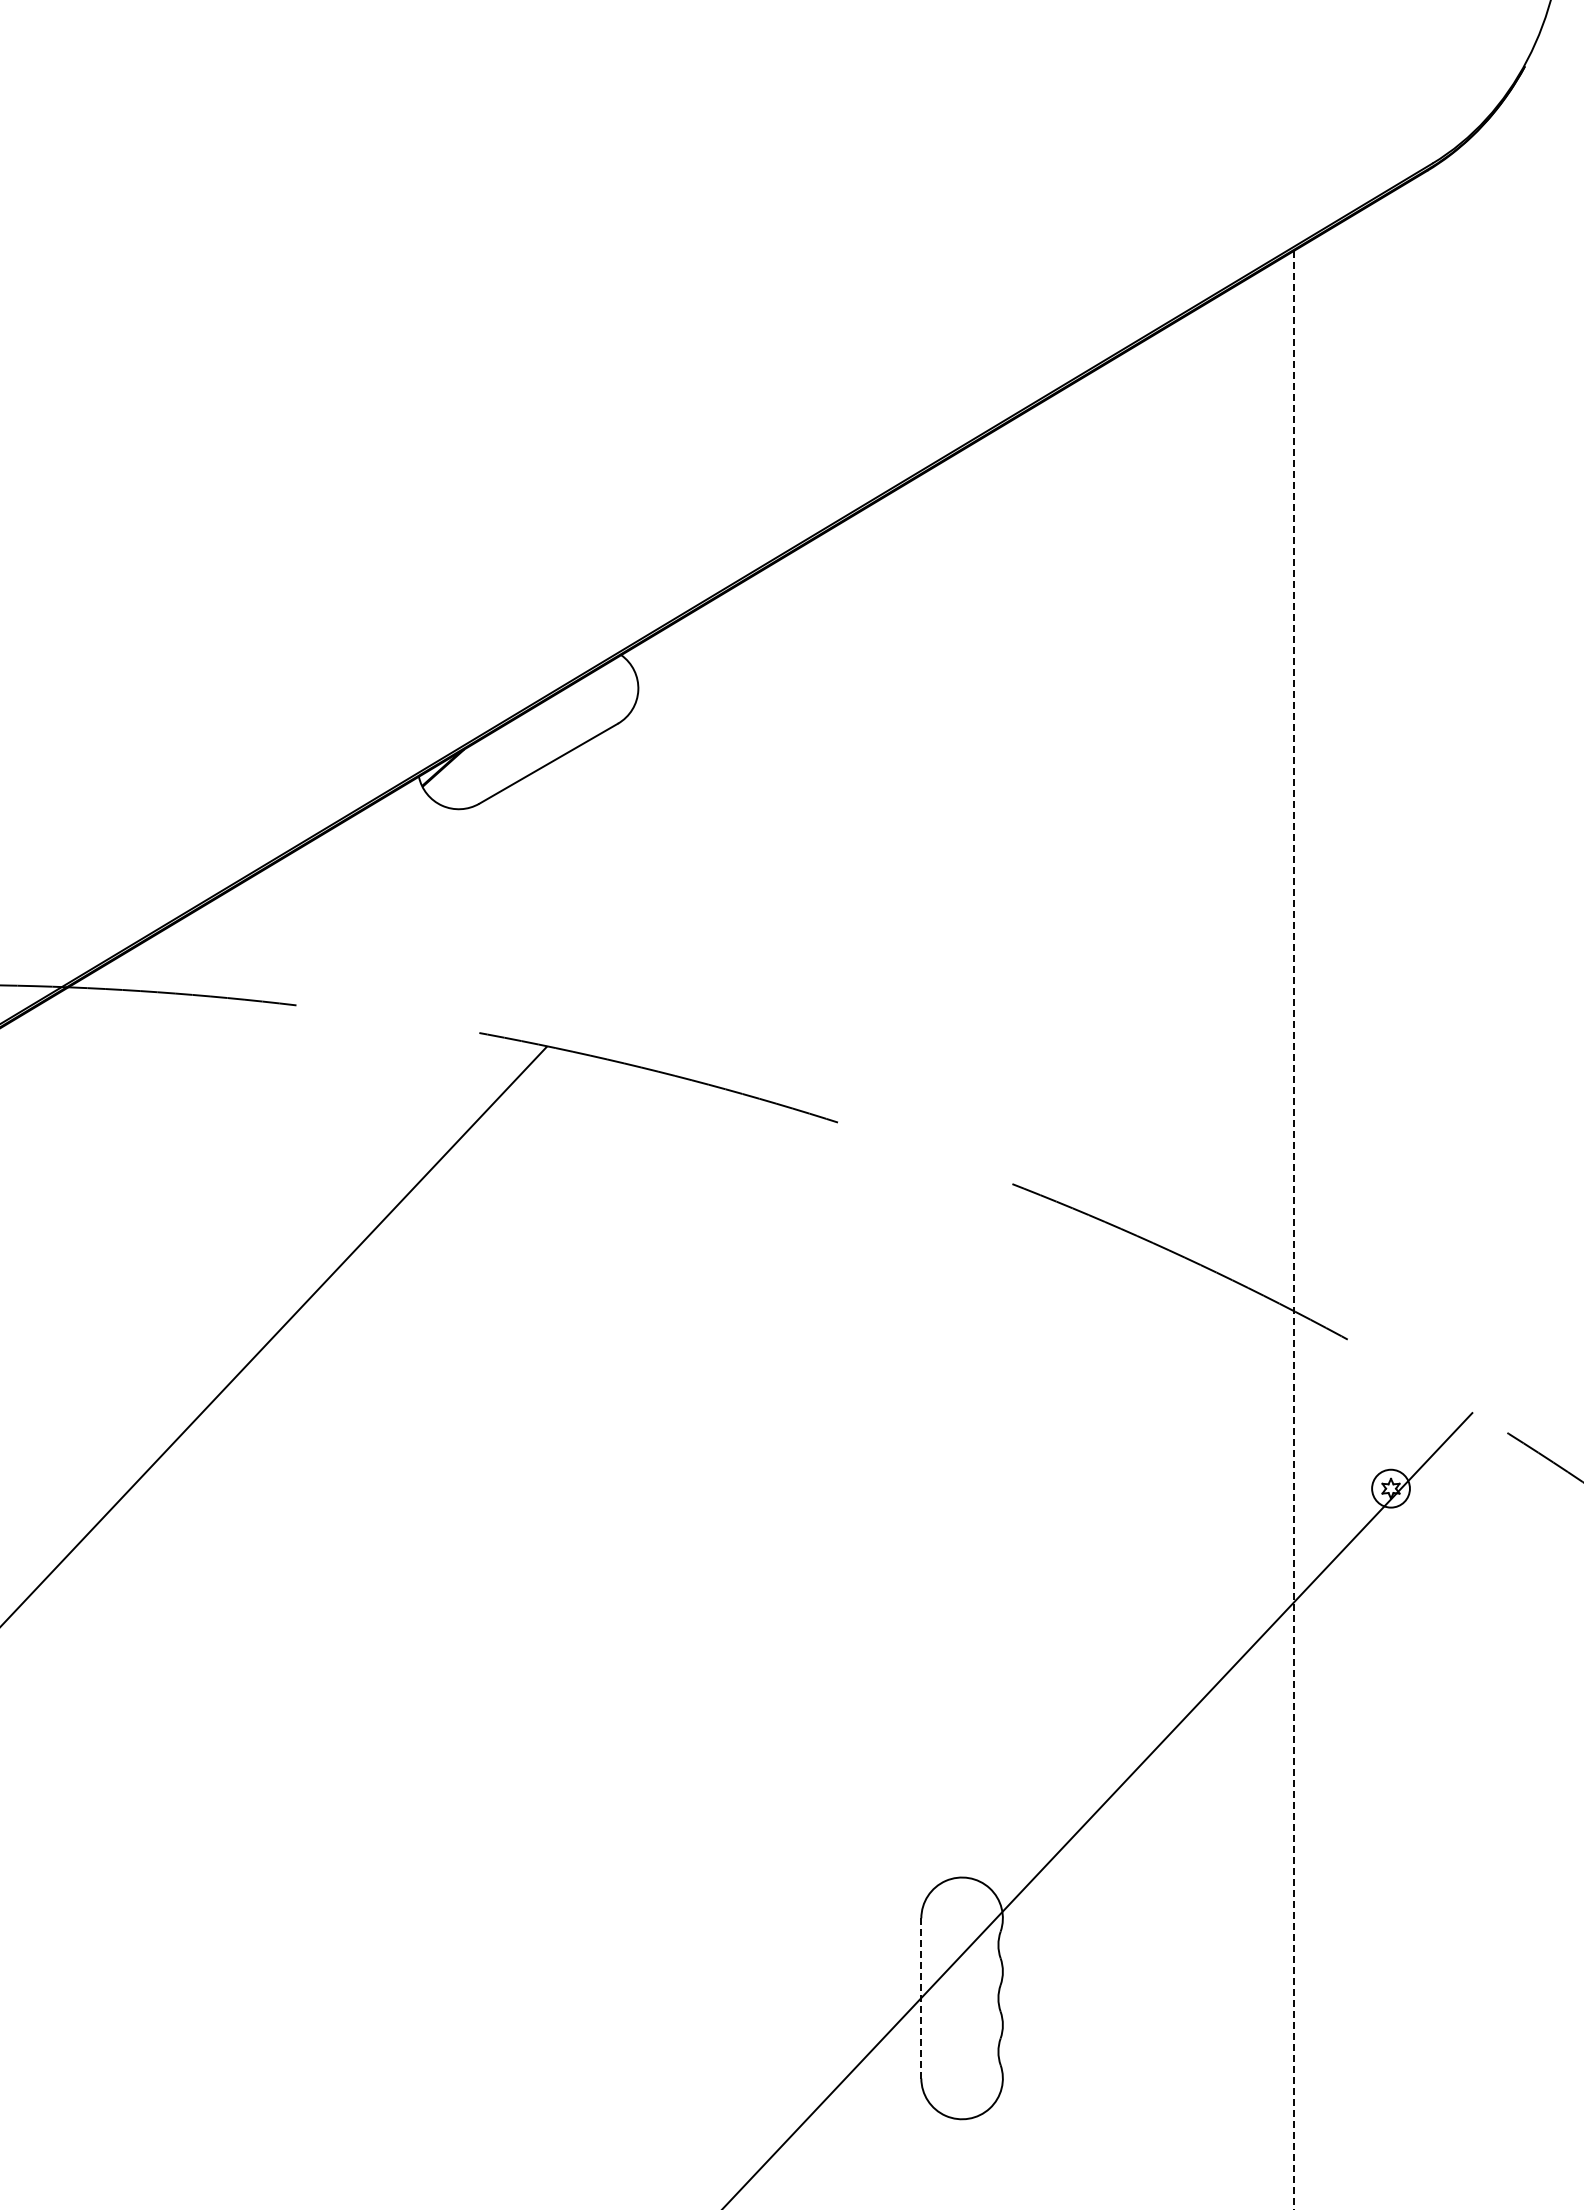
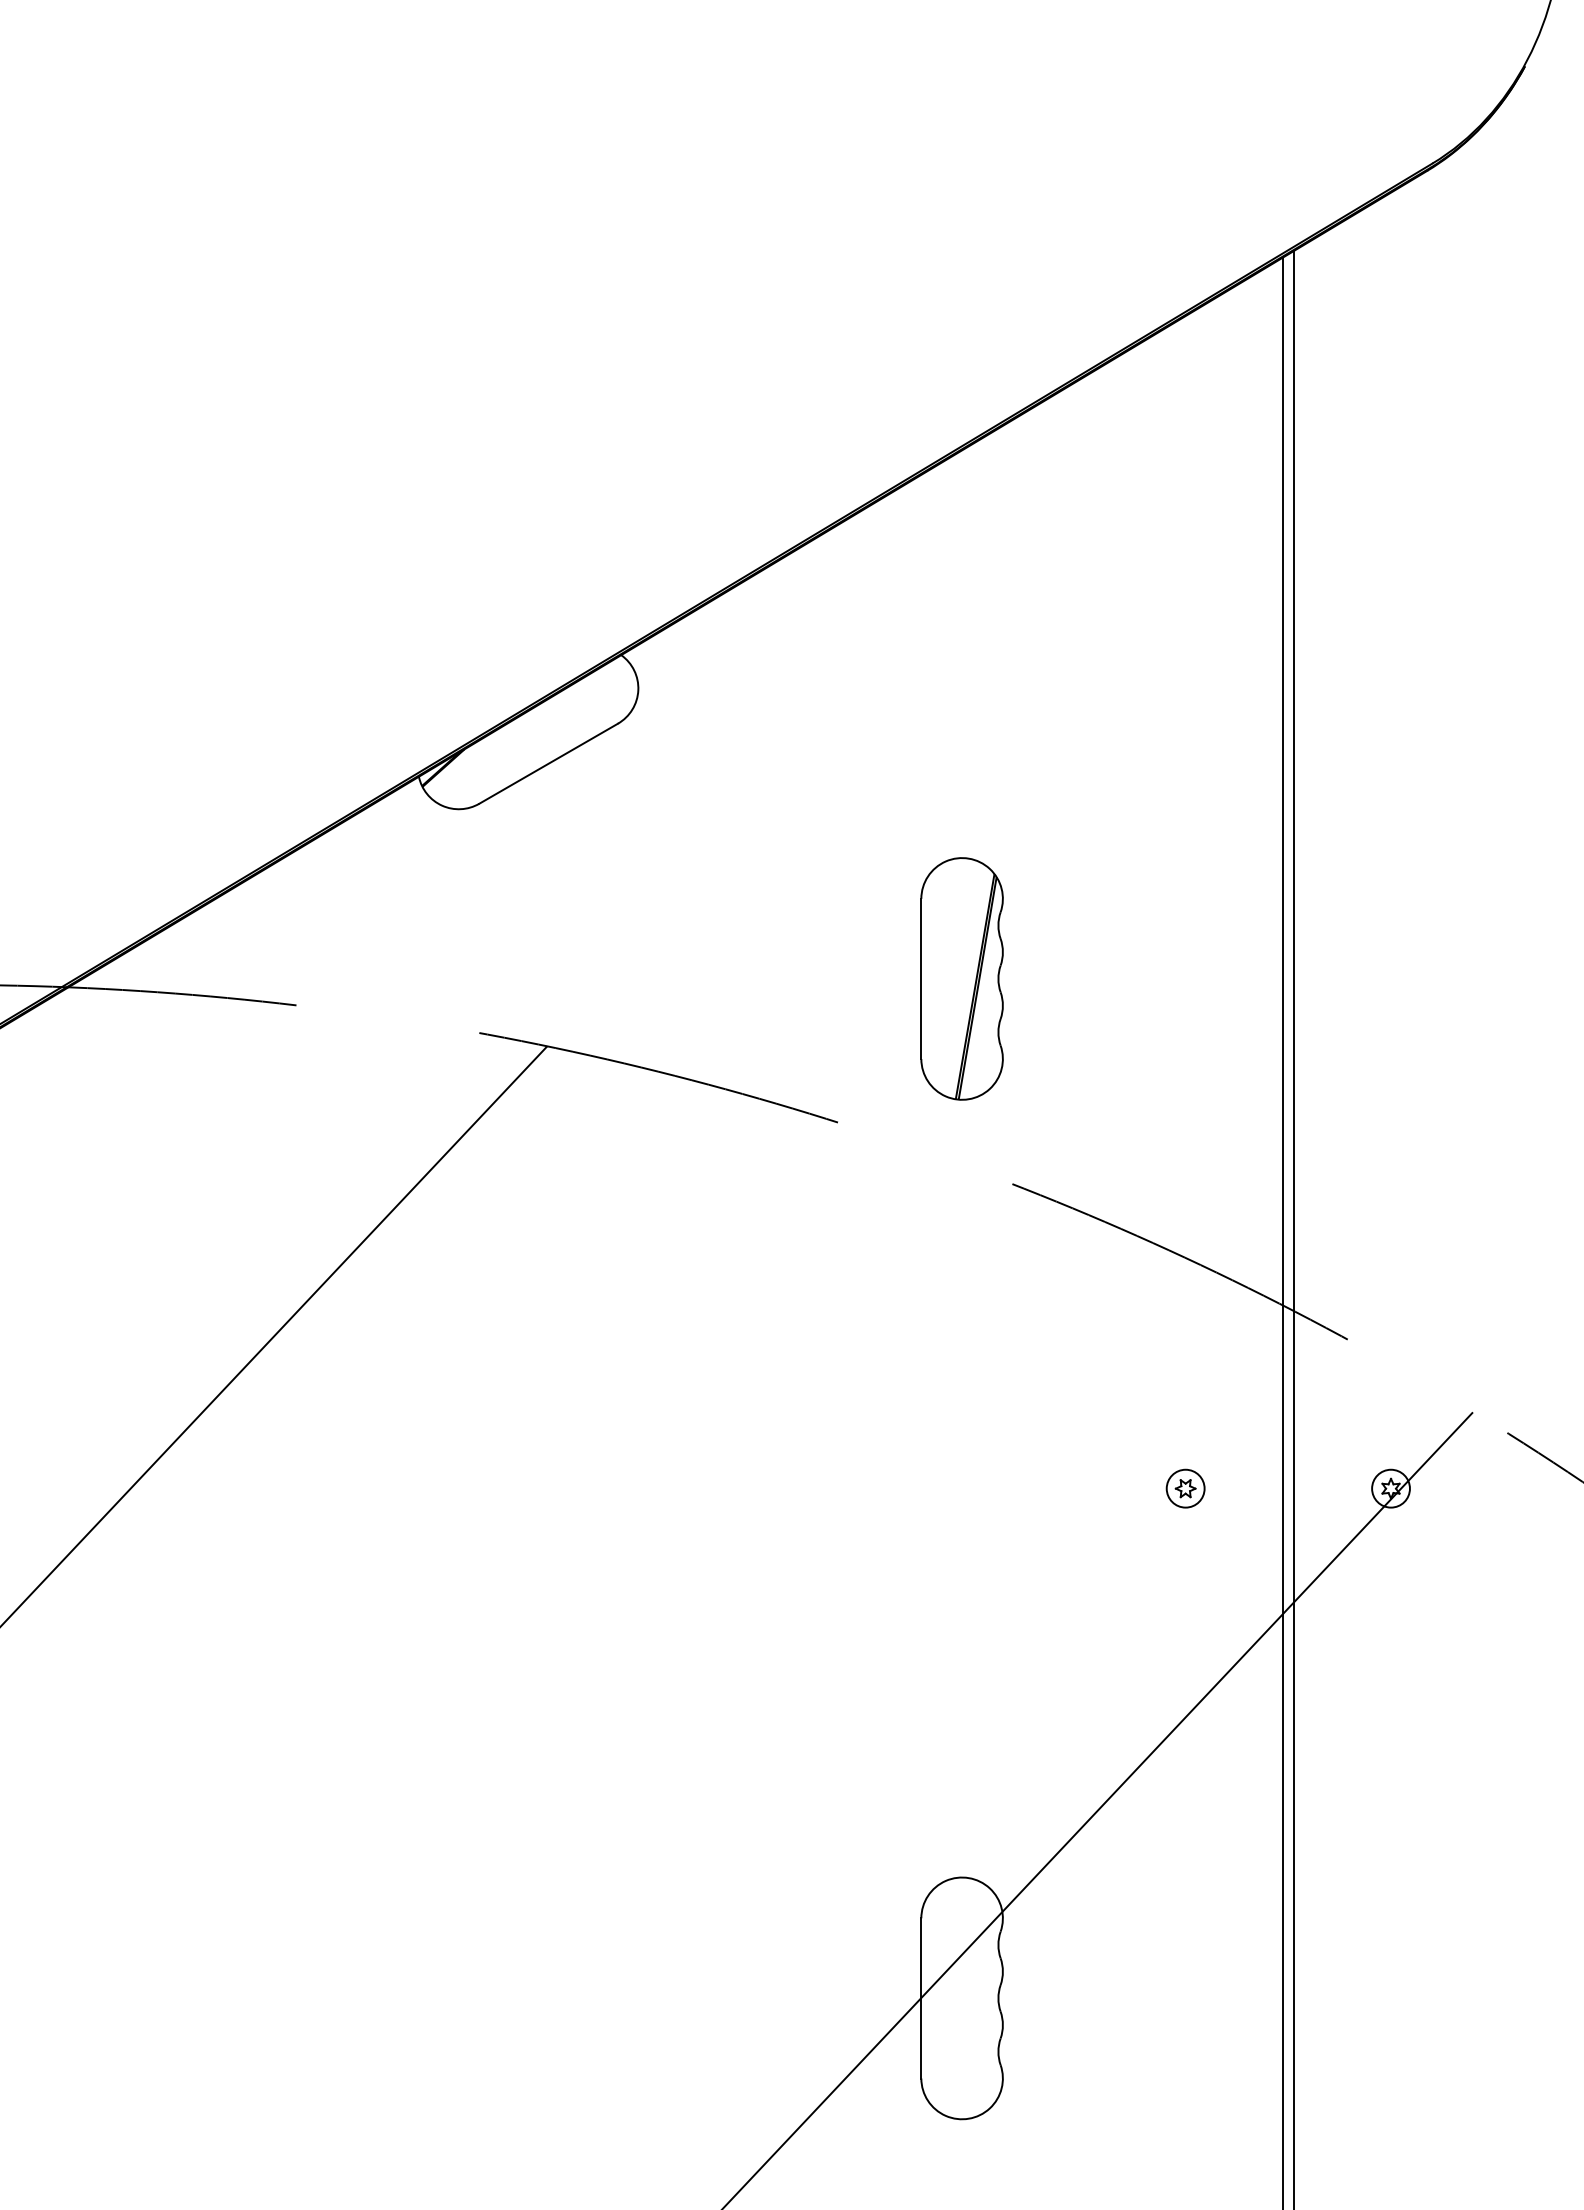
part at (961, 978): none -> present
line at (1294, 1230): dashed -> solid
line at (1282, 1231): none -> present
part at (1185, 1488): none -> present
line at (921, 1998): dashed -> solid
